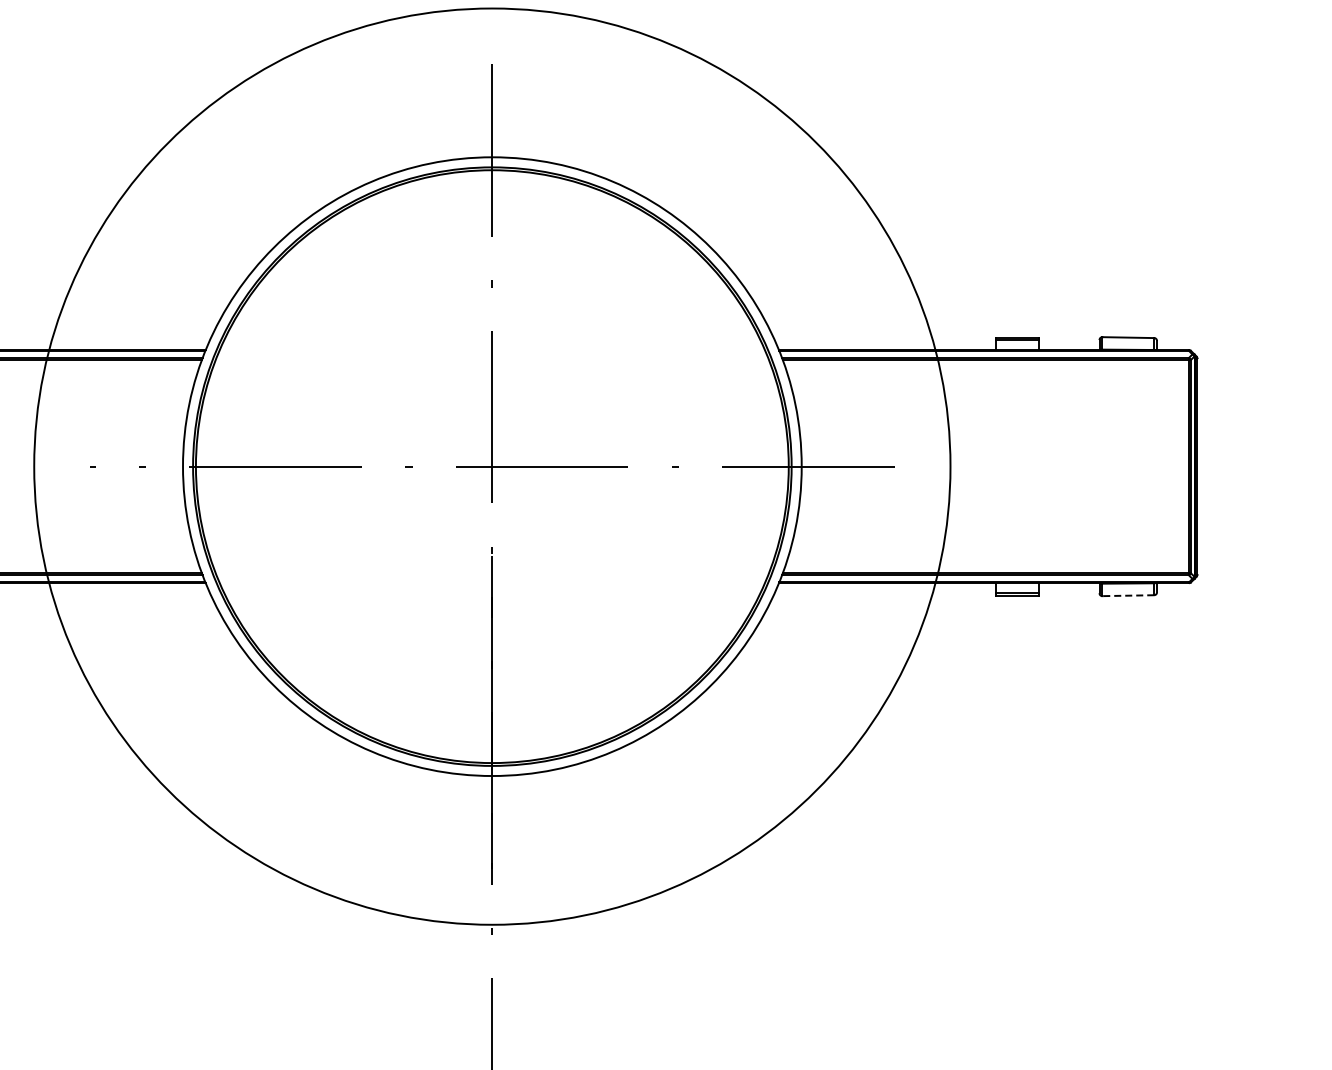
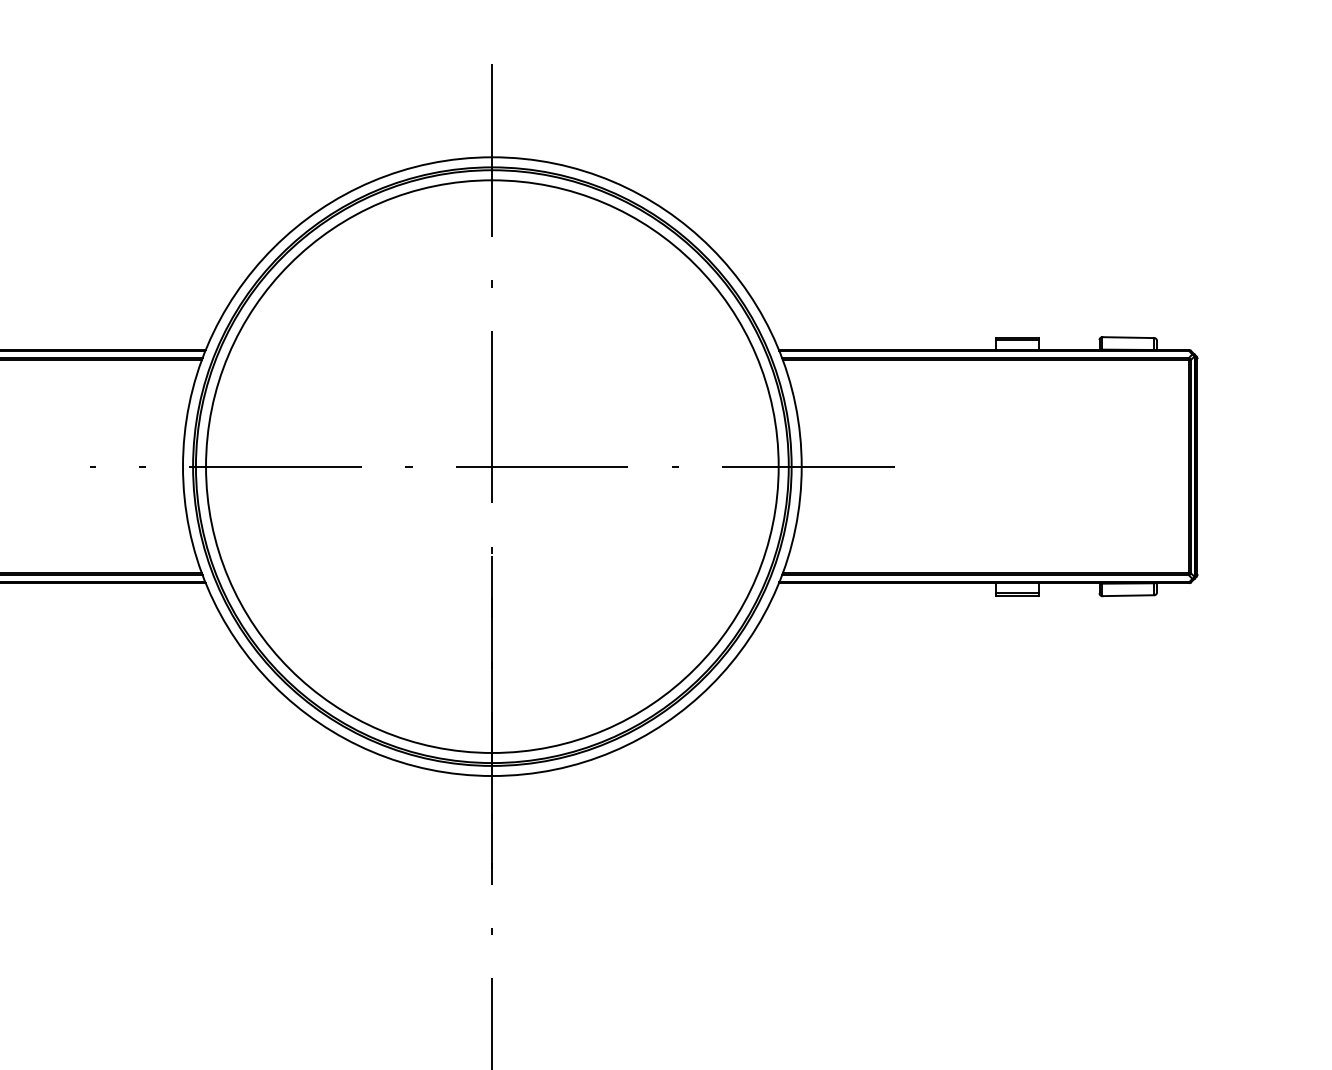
circle at (492, 466) diameter: 916 px -> 573 px
line at (1128, 595): dashed -> solid
